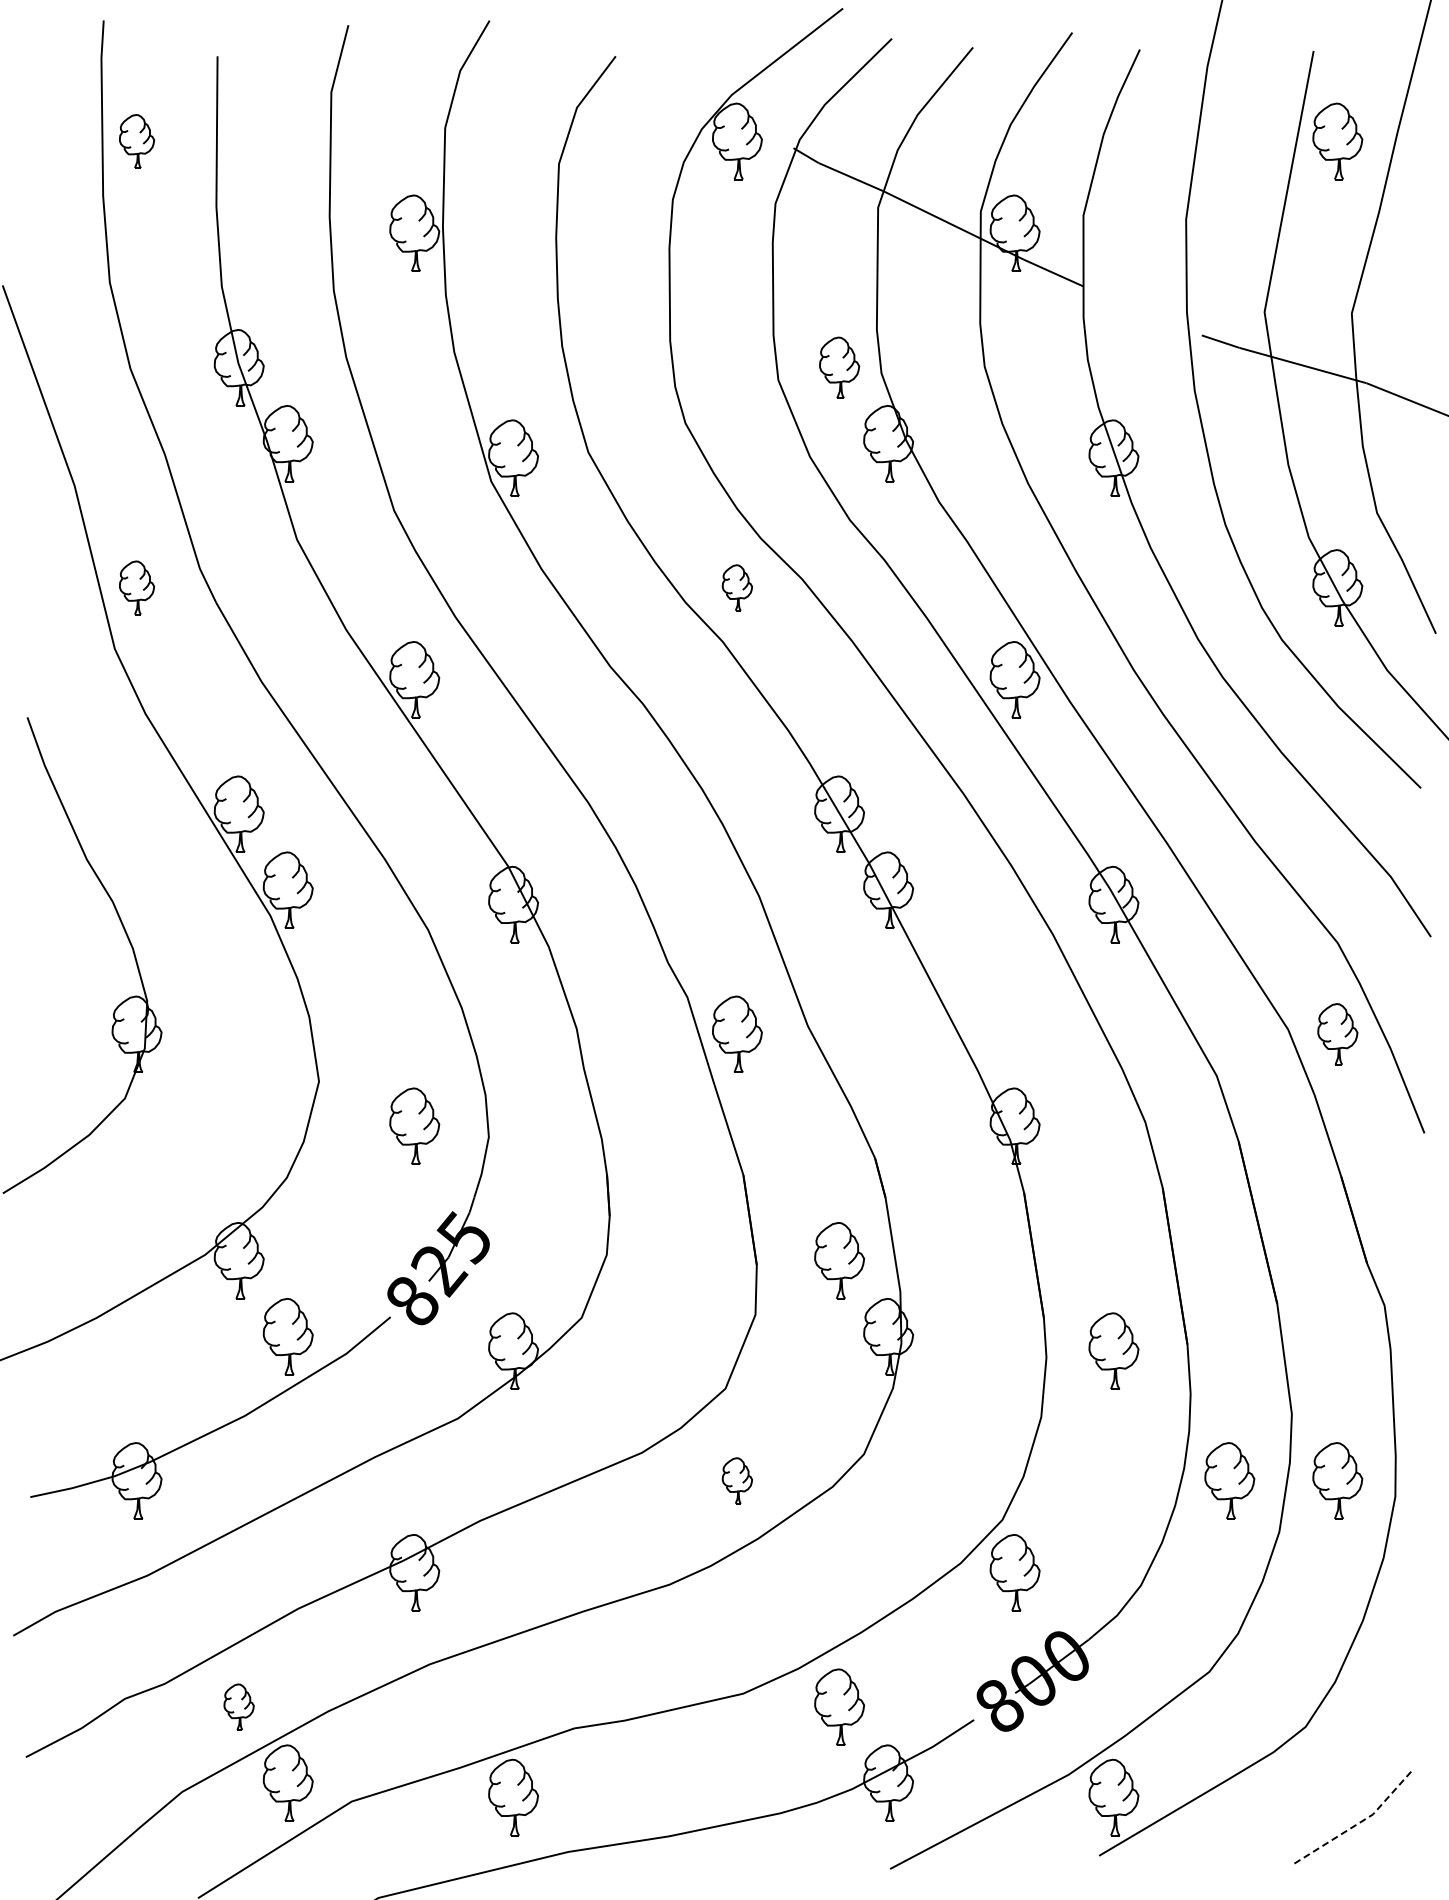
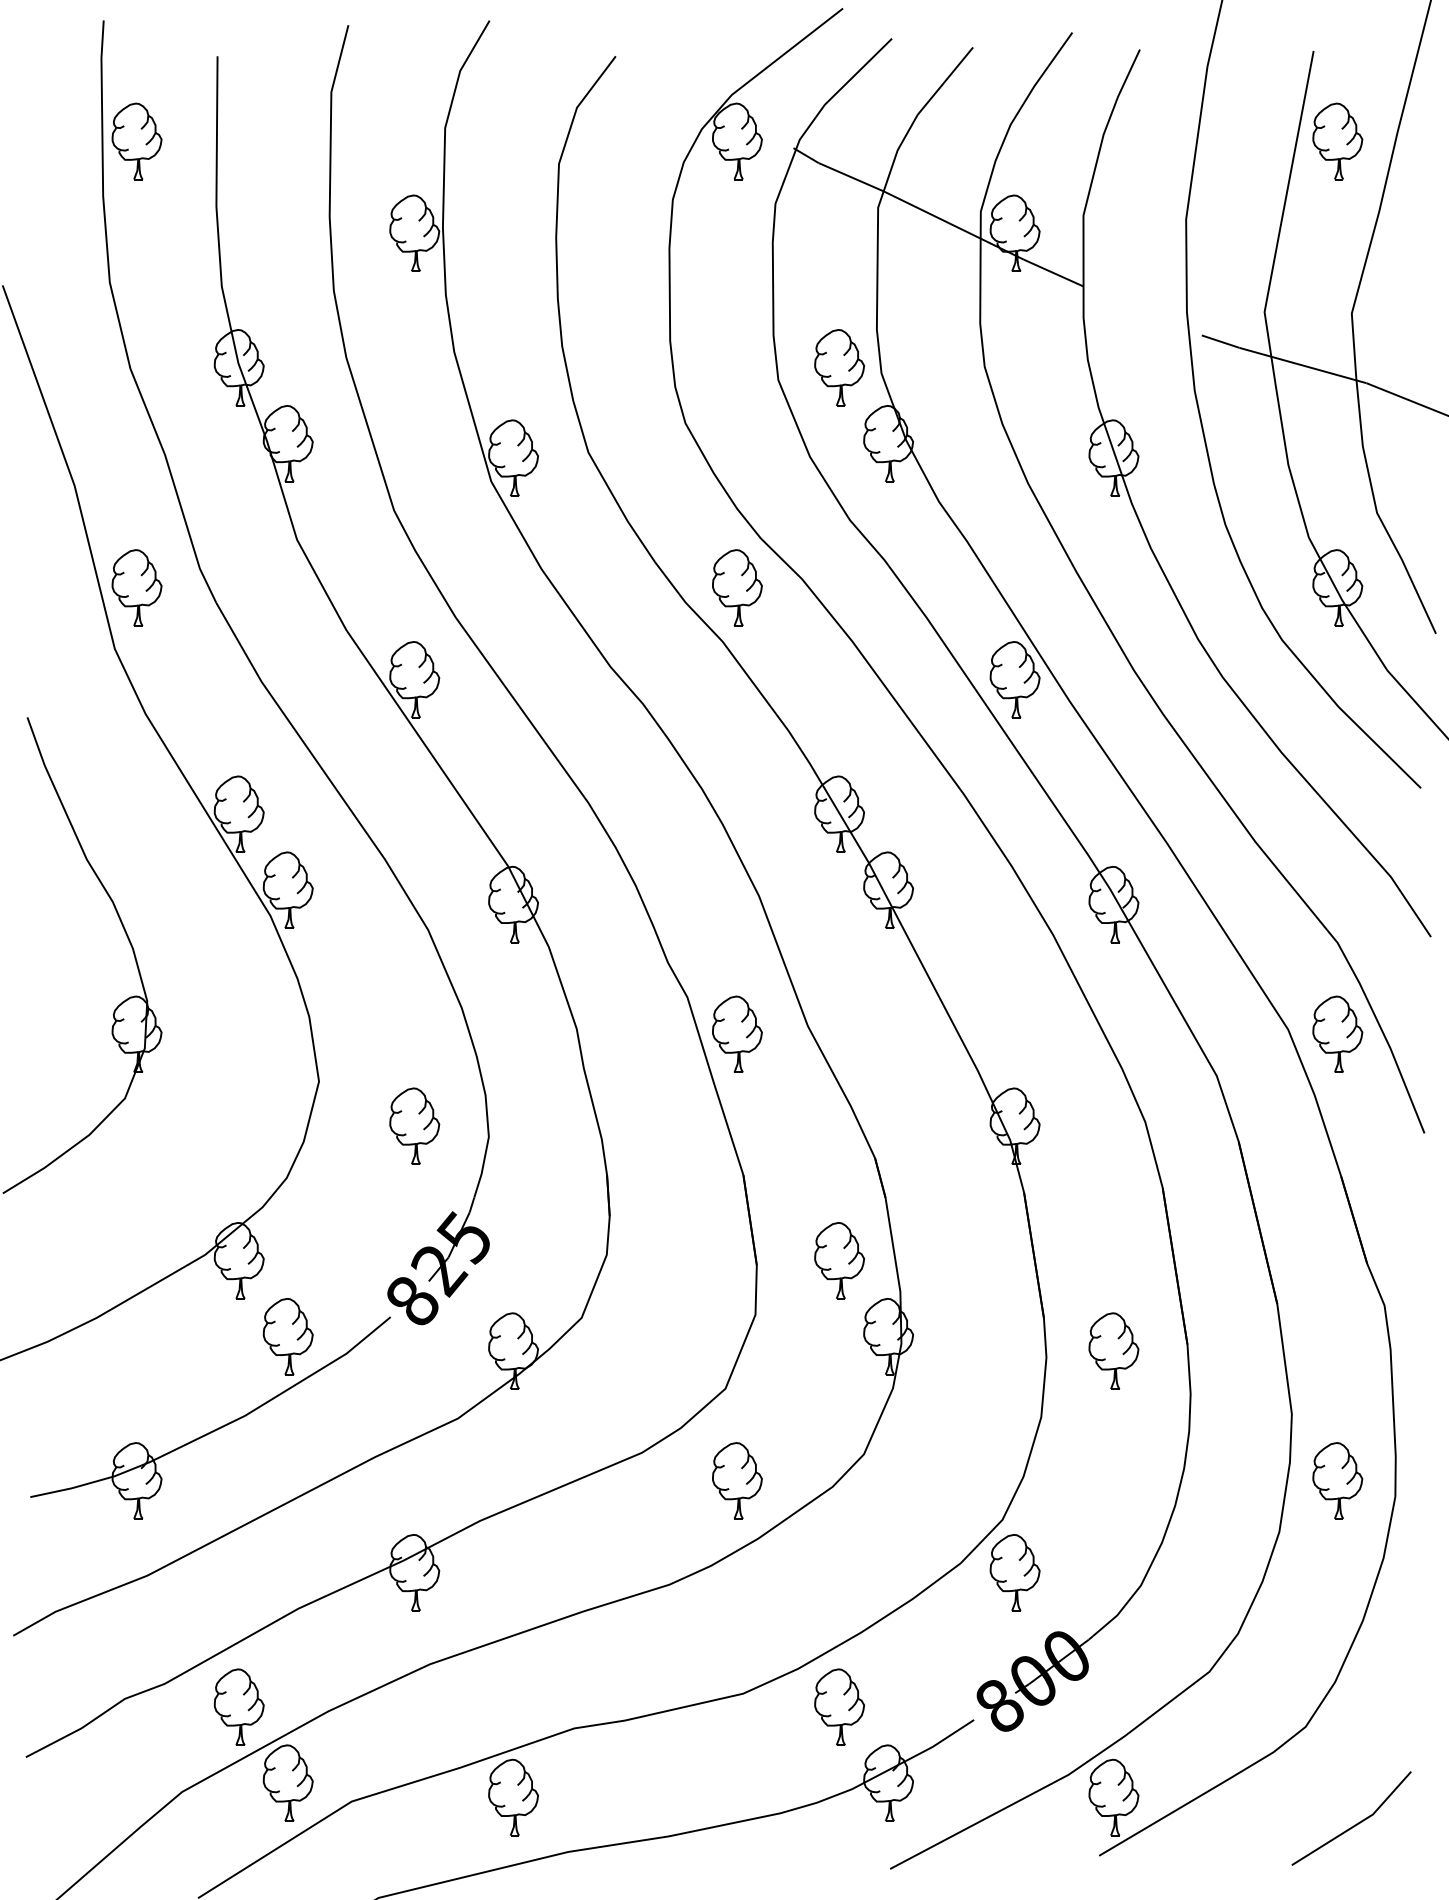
part at (137, 141) size: 37x55 px -> 52x79 px
part at (839, 367) size: 42x63 px -> 51x78 px
part at (137, 587) size: 37x56 px -> 52x78 px
part at (736, 587) size: 32x48 px -> 51x78 px
part at (1337, 1034) size: 42x63 px -> 52x78 px
part at (736, 1480) size: 32x48 px -> 51x78 px
part at (1229, 1480): present -> none
part at (238, 1706) size: 32x48 px -> 52x78 px
line at (1356, 1824): dashed -> solid
